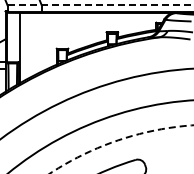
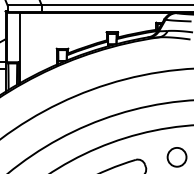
line at (100, 5): dashed -> solid
circle at (121, 149): dashed -> solid
circle at (176, 157): none -> present
